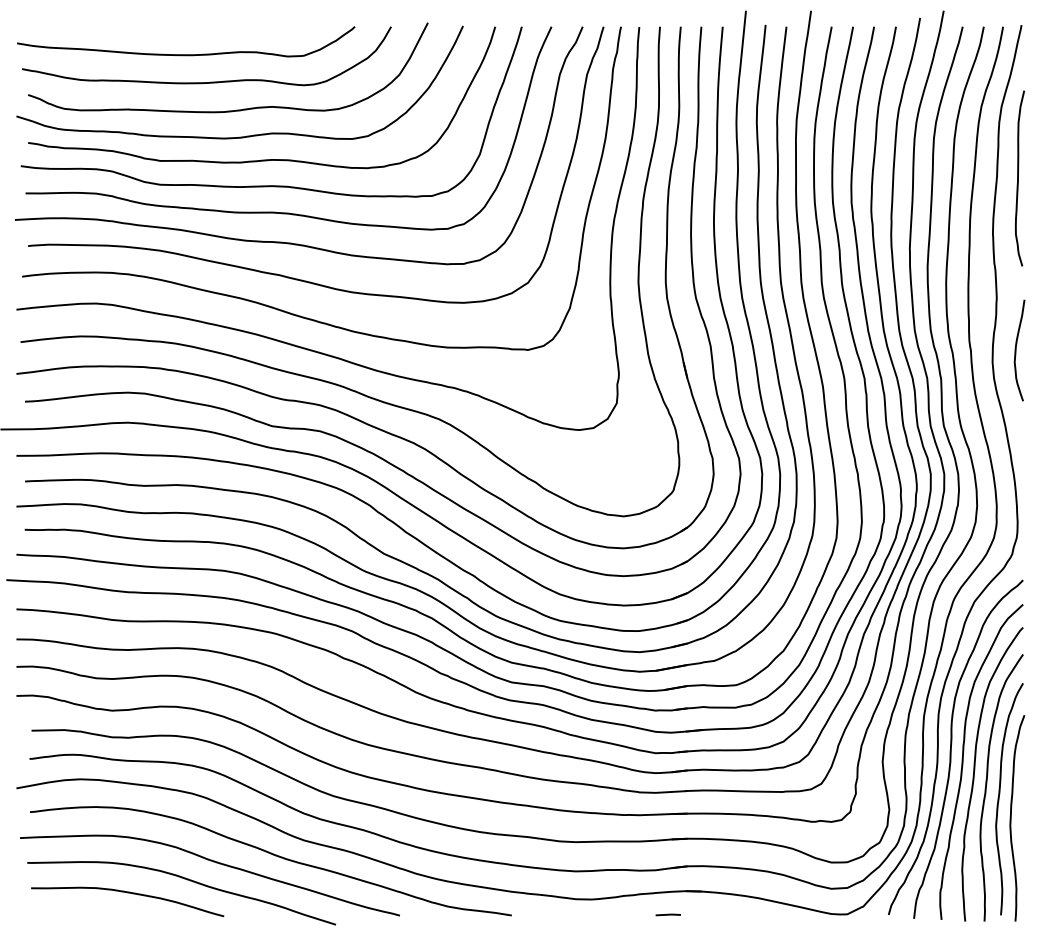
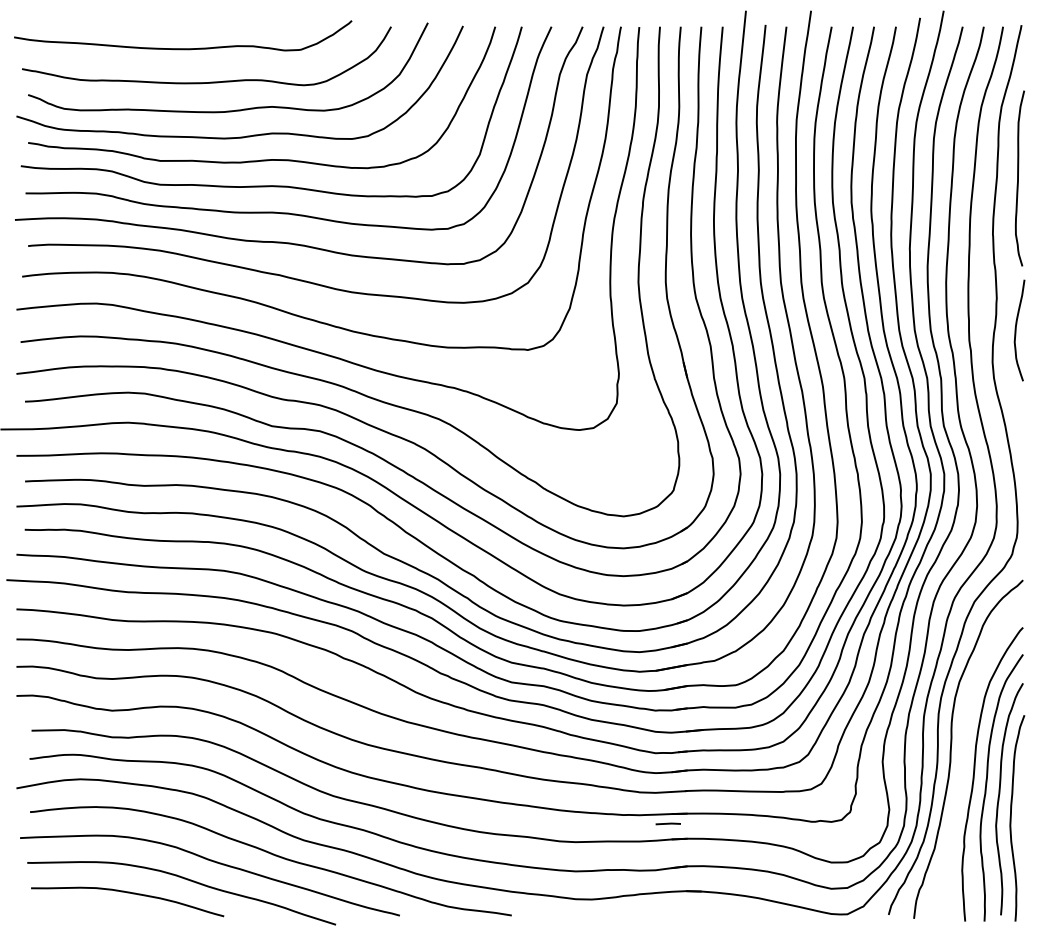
curve at (186, 54) position: (186, 54) -> (183, 48)
curve at (1016, 350) position: (1016, 350) -> (1016, 330)
curve at (963, 761): present -> none
line at (667, 914) position: (667, 914) -> (667, 823)
